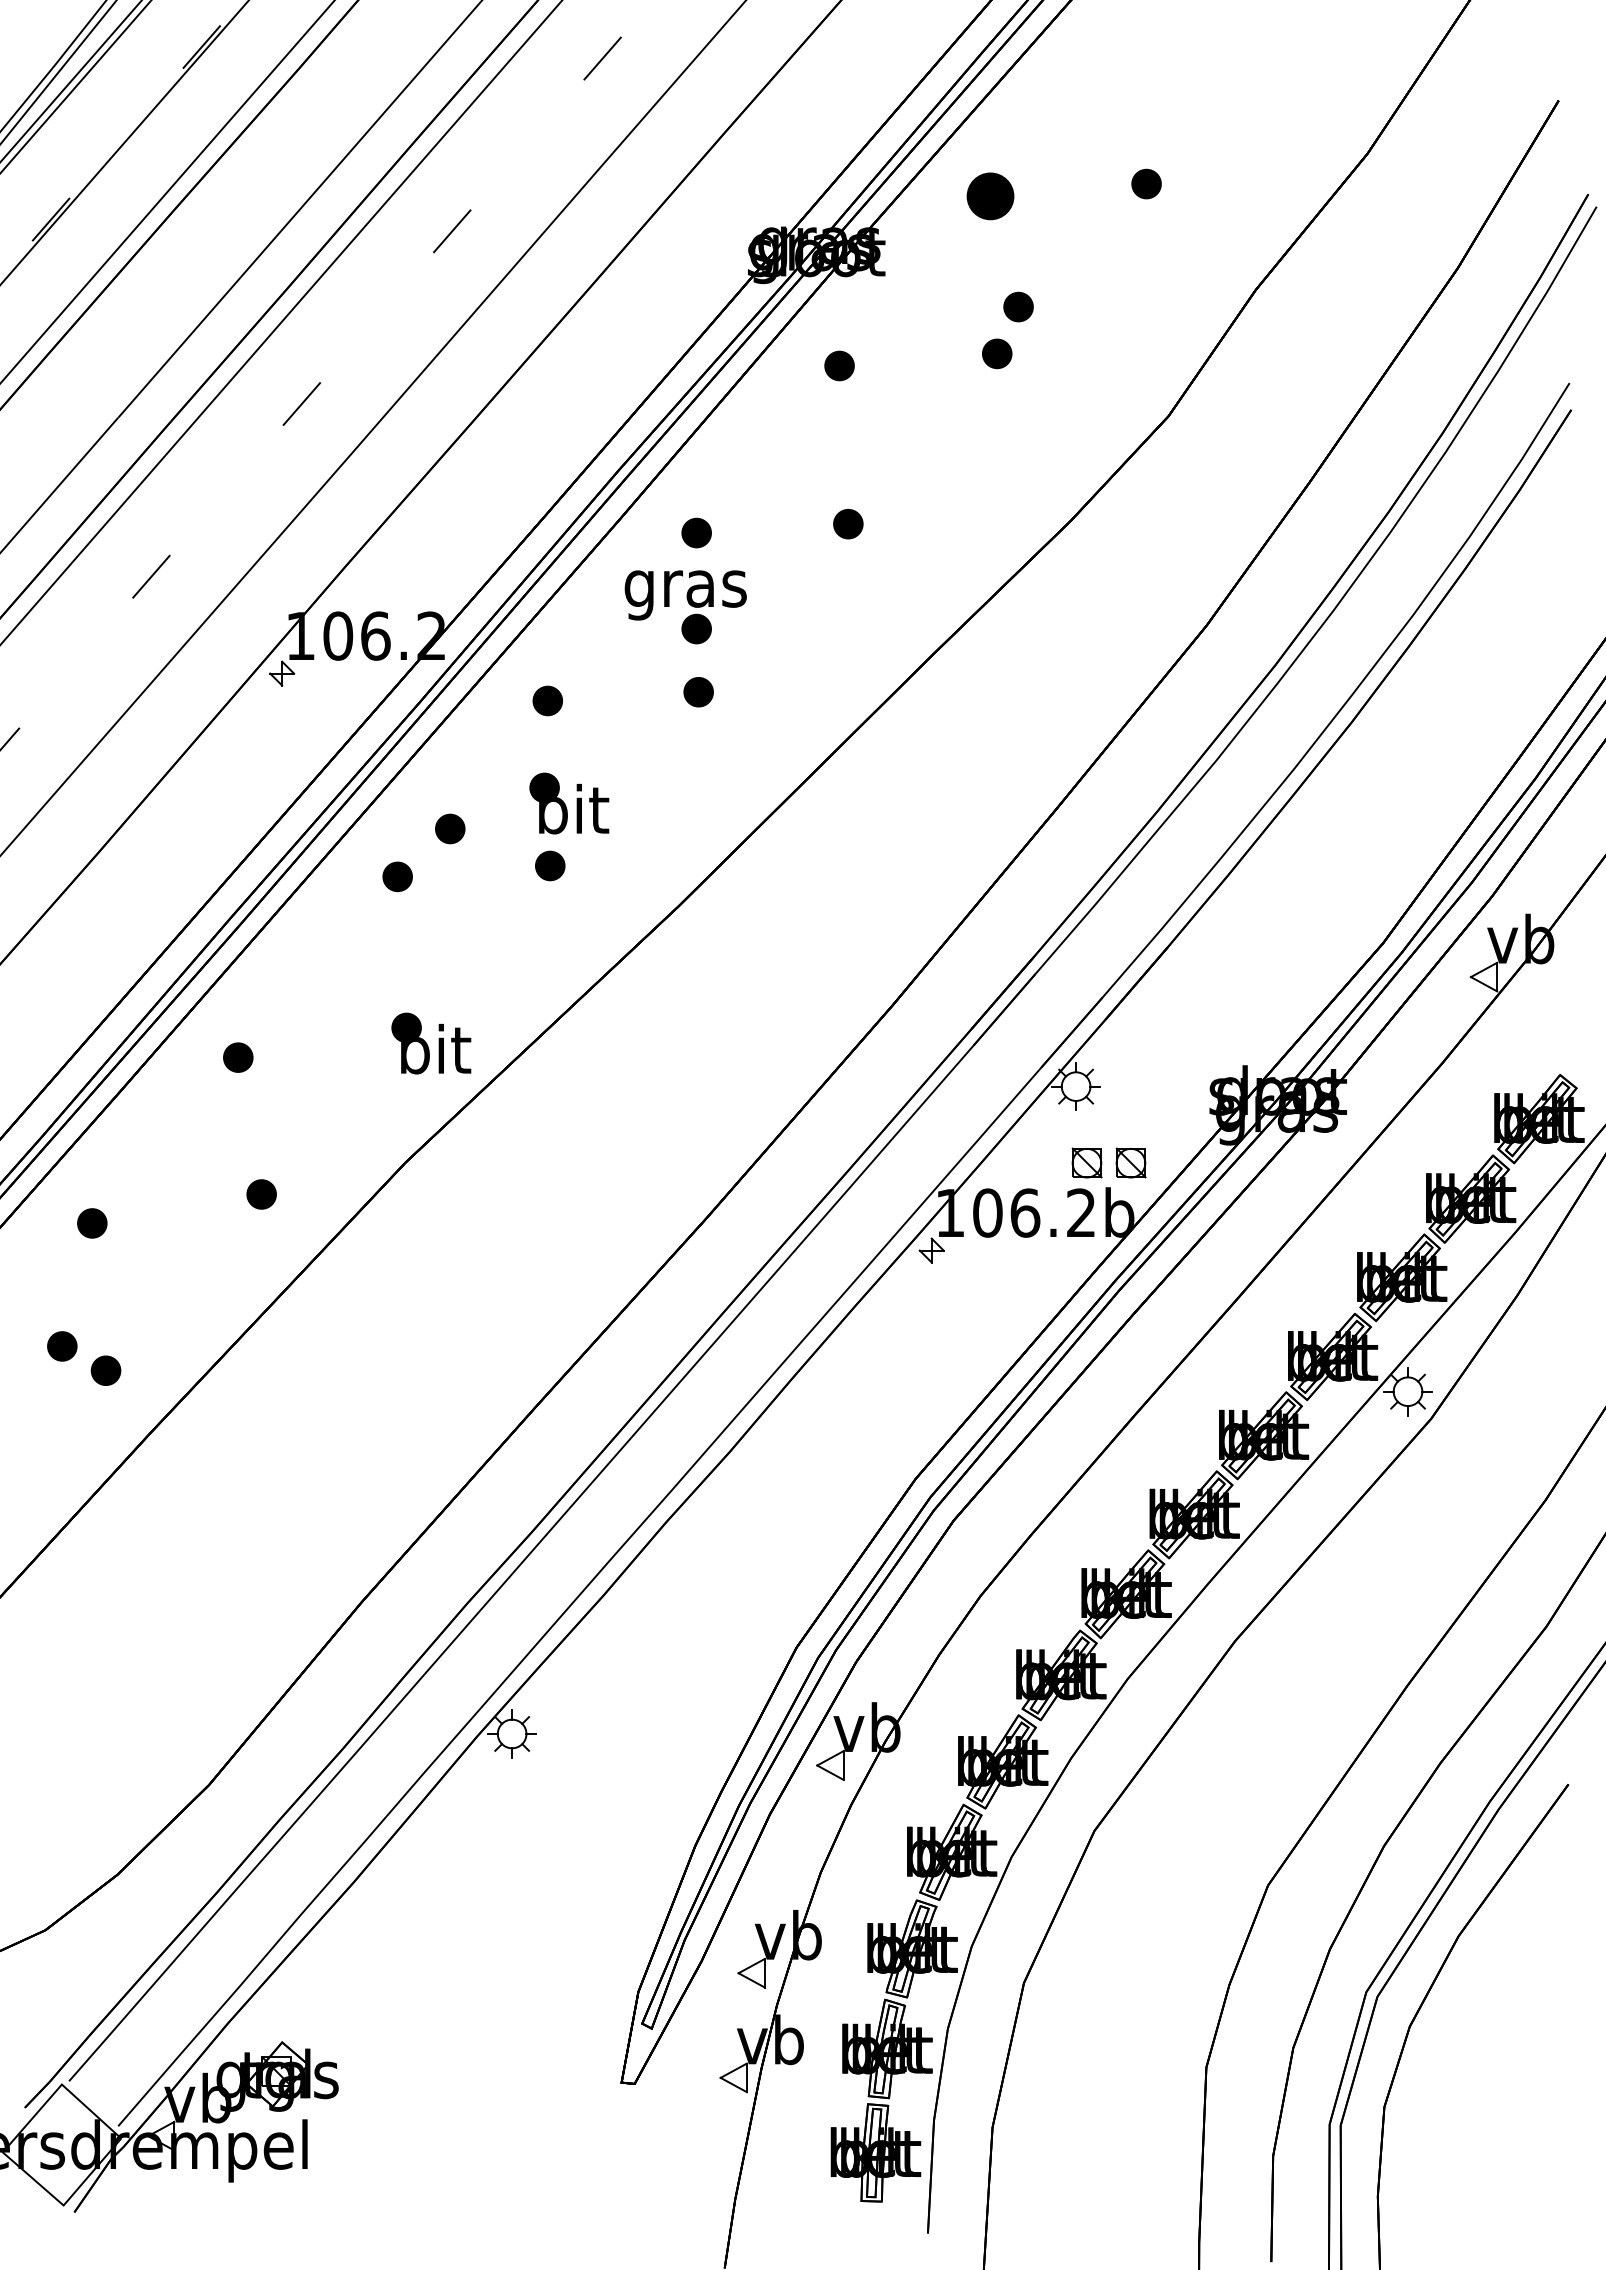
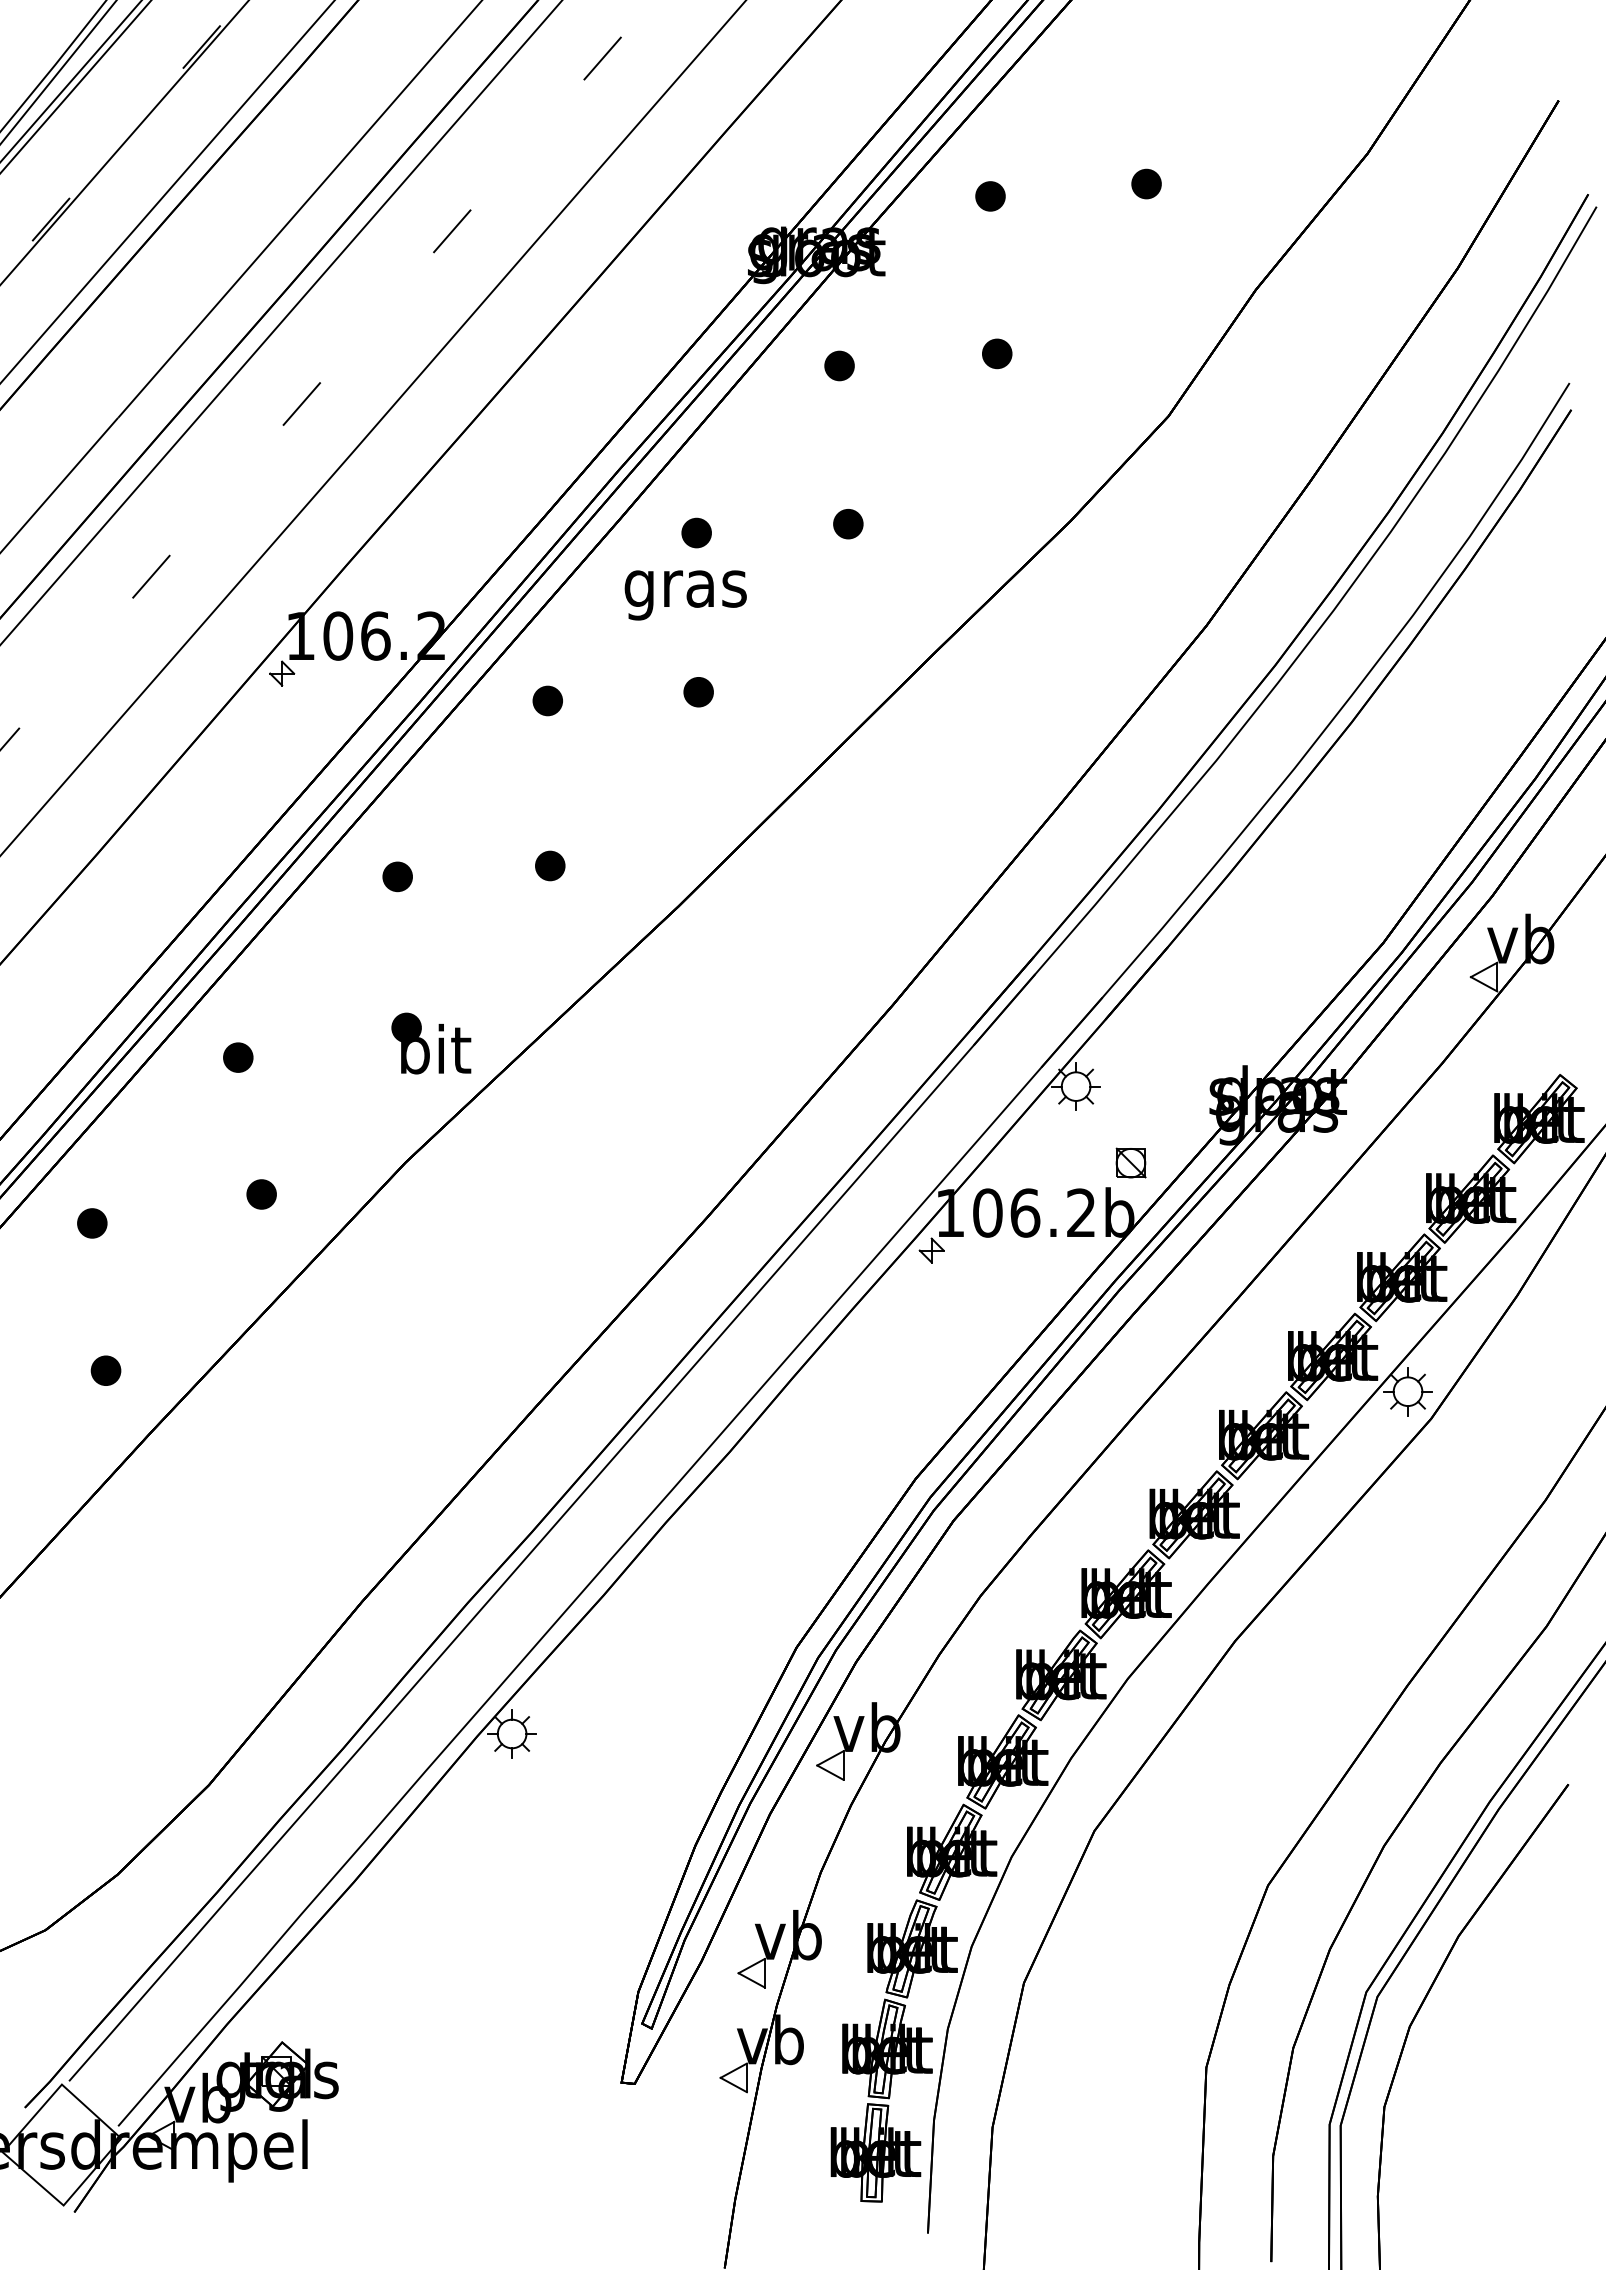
part at (990, 196) size: 49x49 px -> 31x31 px
part at (1018, 306): present -> none
part at (696, 628): present -> none
part at (569, 803): present -> none
part at (450, 828): present -> none
part at (1086, 1162): present -> none
part at (62, 1346): present -> none
